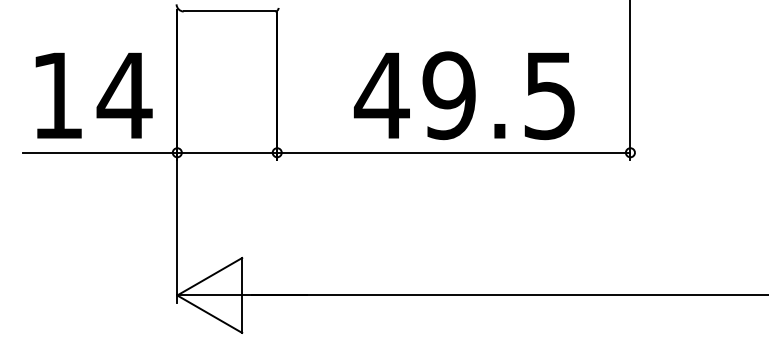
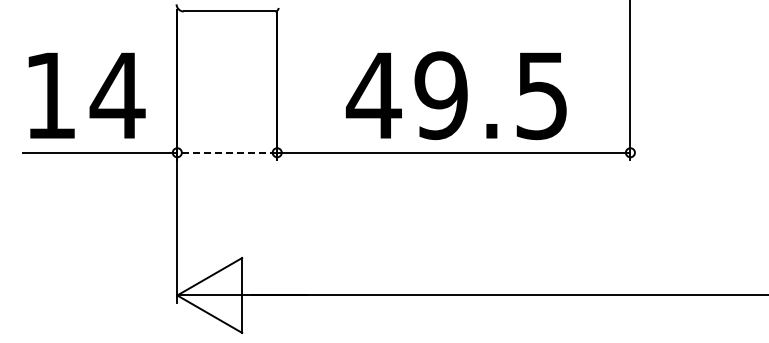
text at (93, 95) position: (93, 95) -> (86, 95)
text at (464, 95) position: (464, 95) -> (456, 95)
line at (227, 152): solid -> dashed
